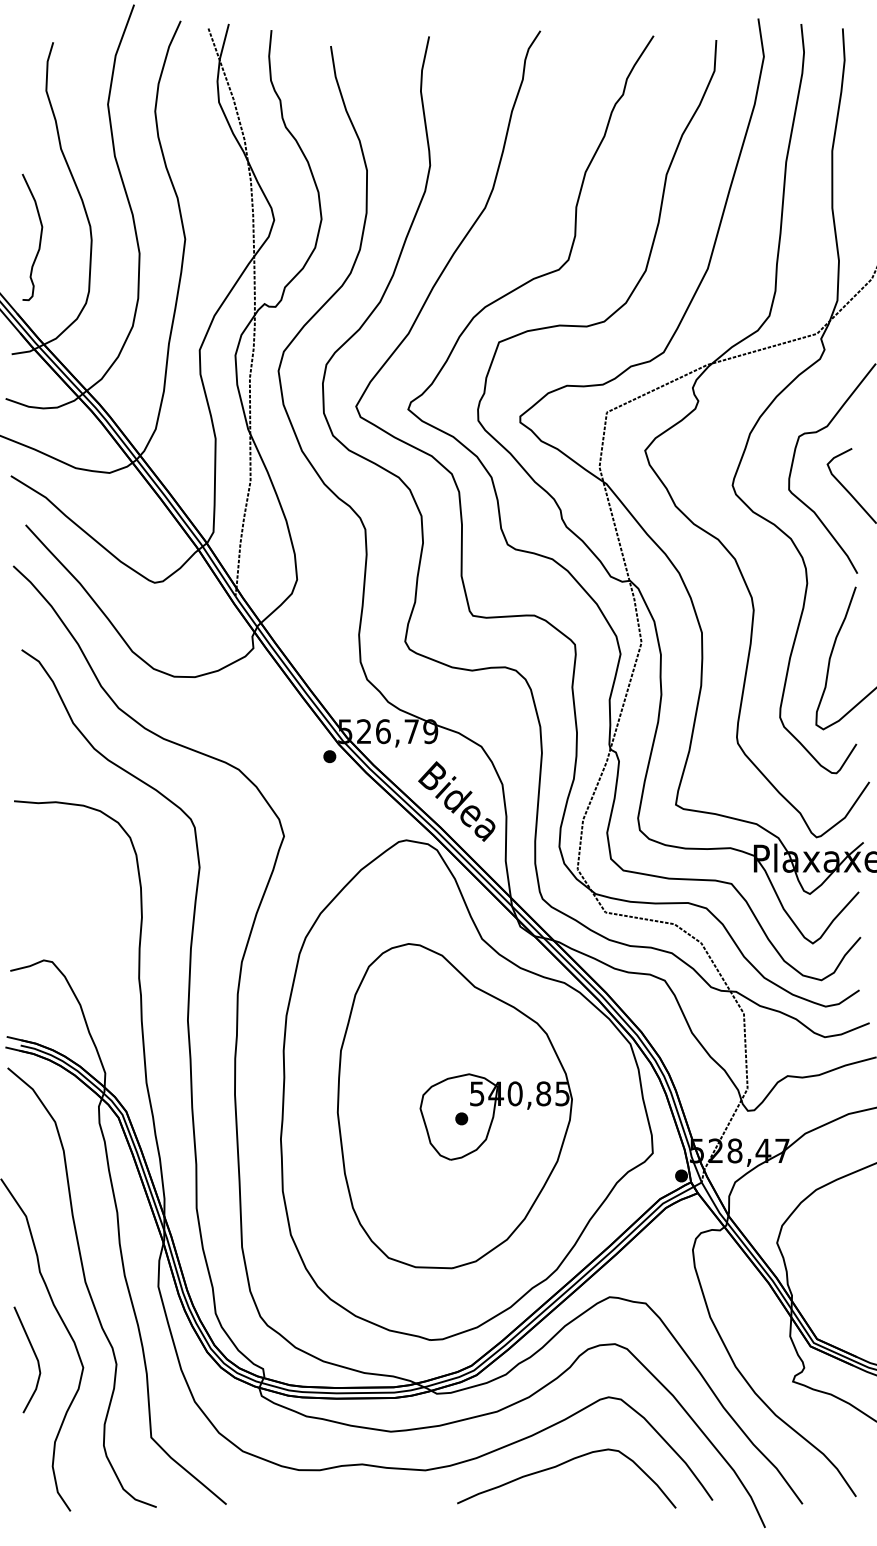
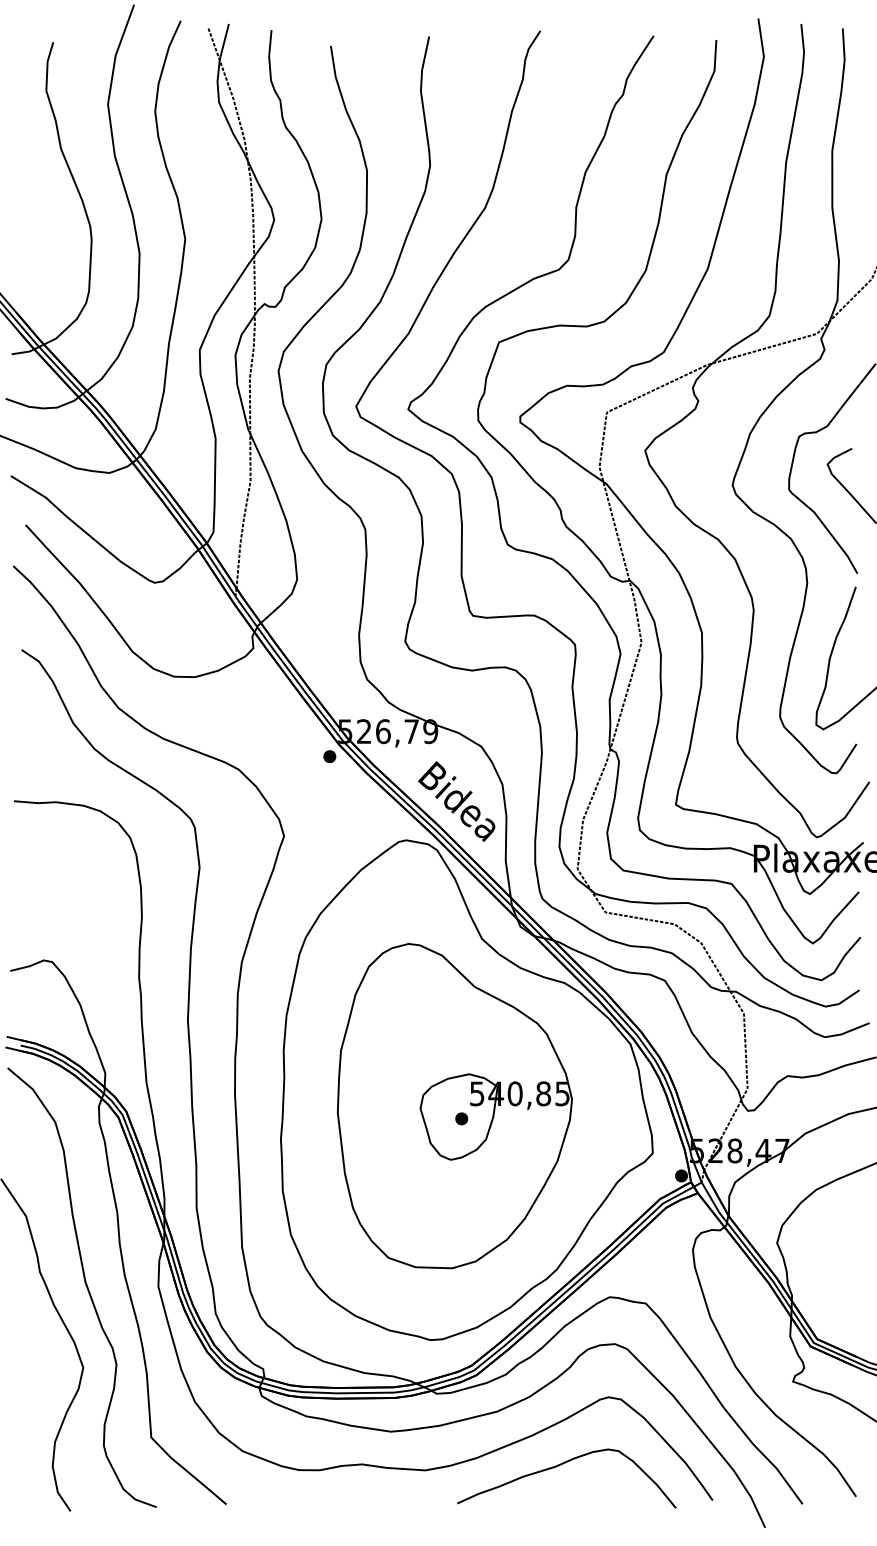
curve at (39, 238): present -> none
line at (34, 1355): present -> none
